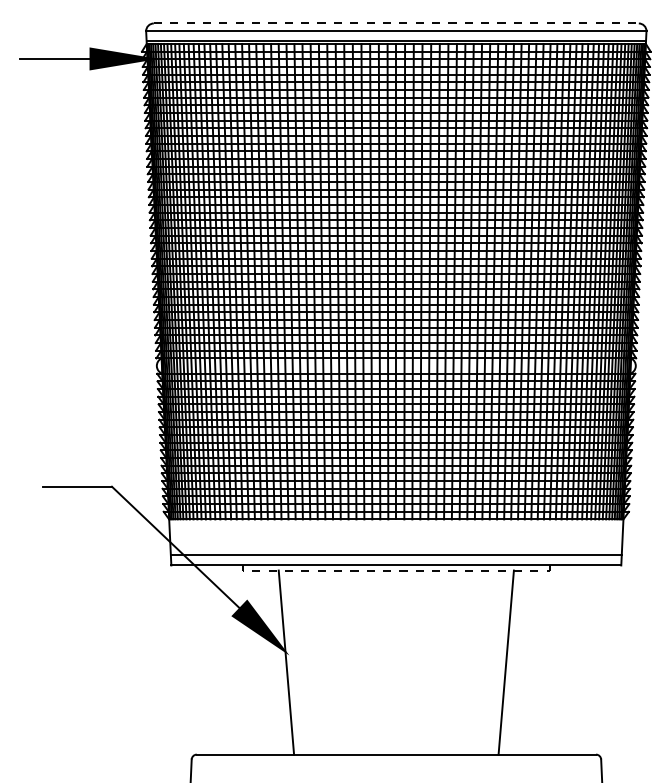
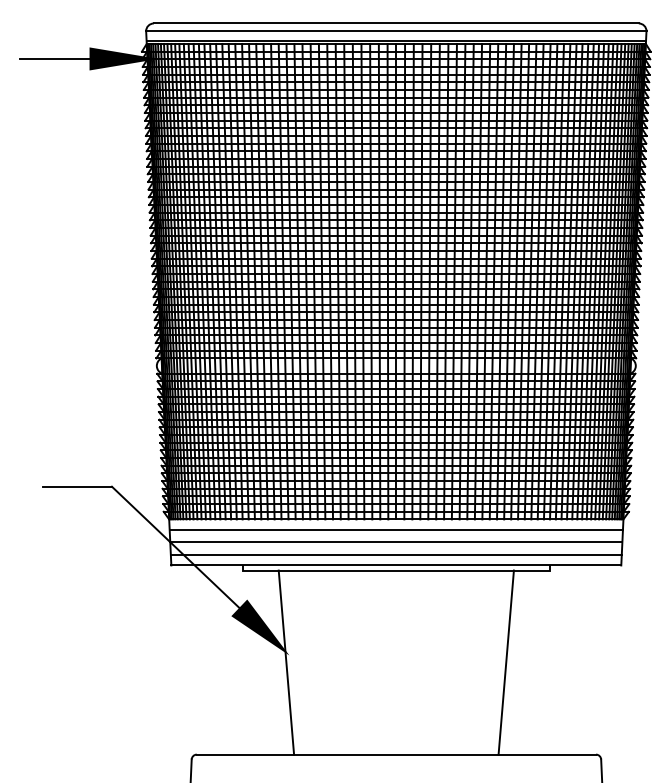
line at (396, 23): dashed -> solid
line at (395, 529): none -> present
line at (396, 542): none -> present
line at (395, 570): dashed -> solid
